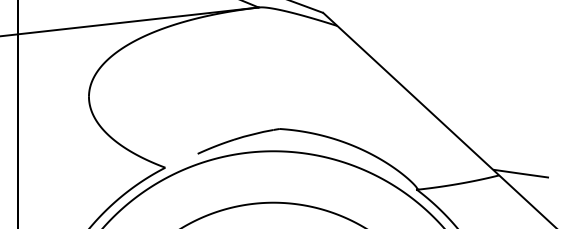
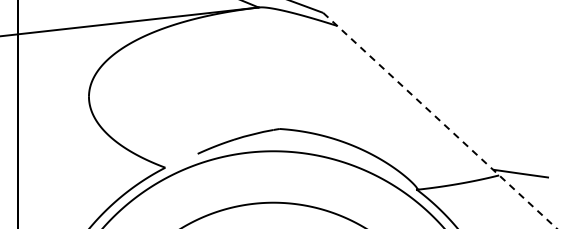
line at (439, 120): solid -> dashed
